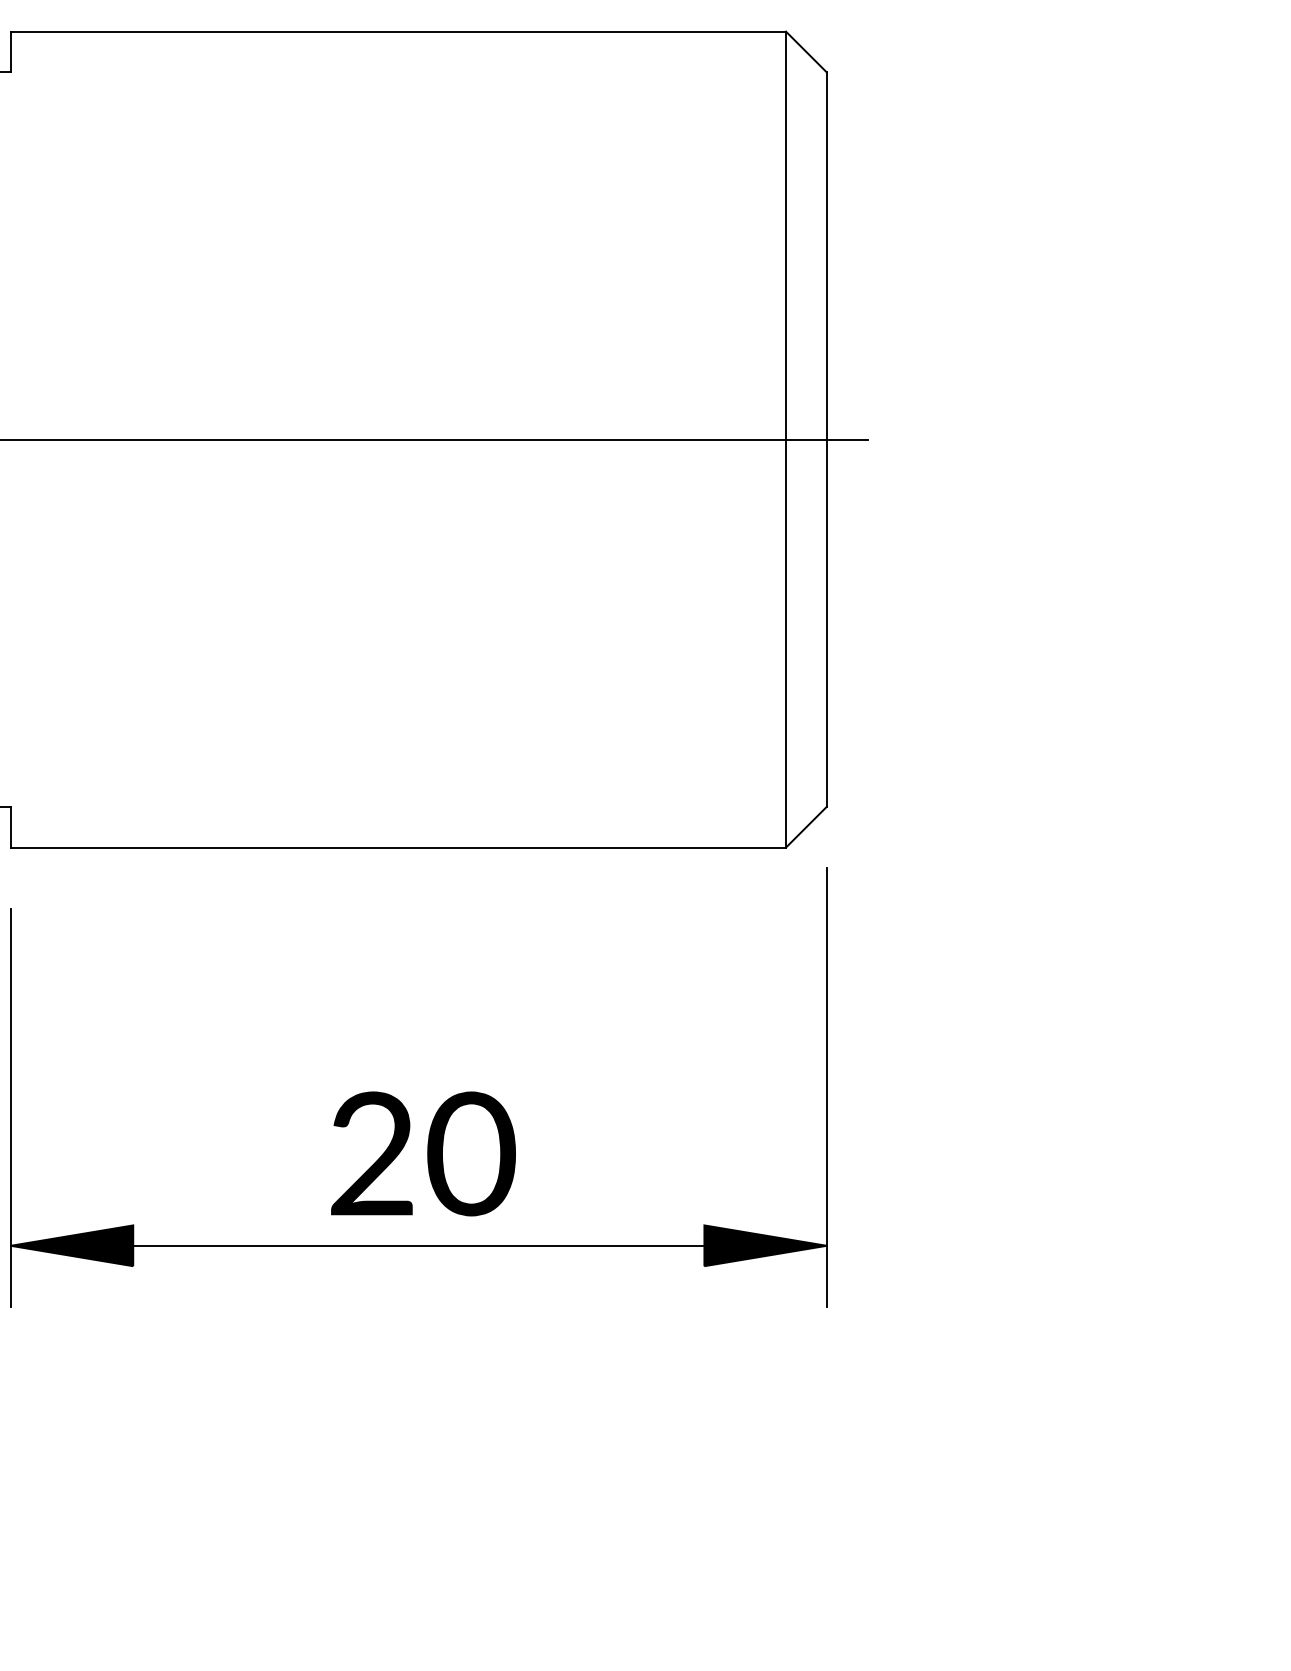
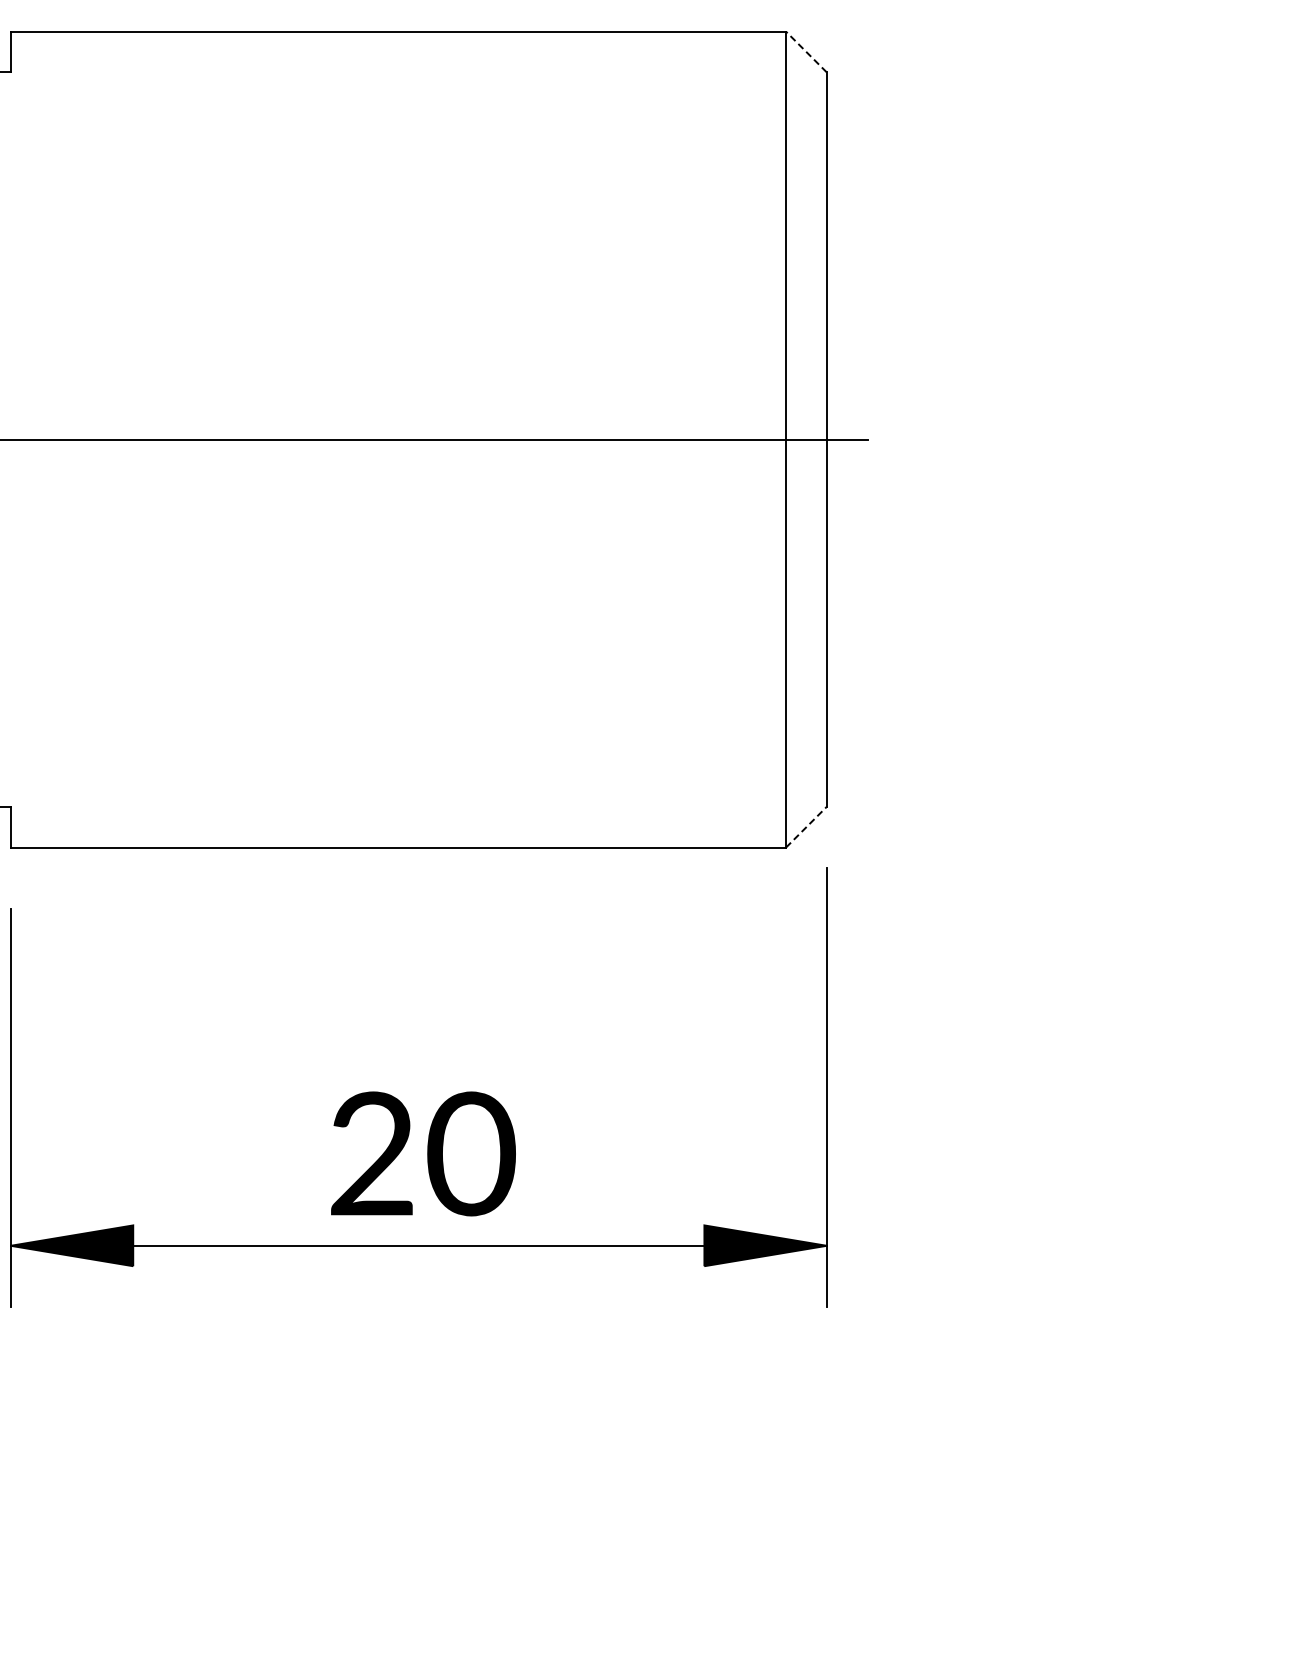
line at (806, 52): solid -> dashed
line at (806, 827): solid -> dashed
